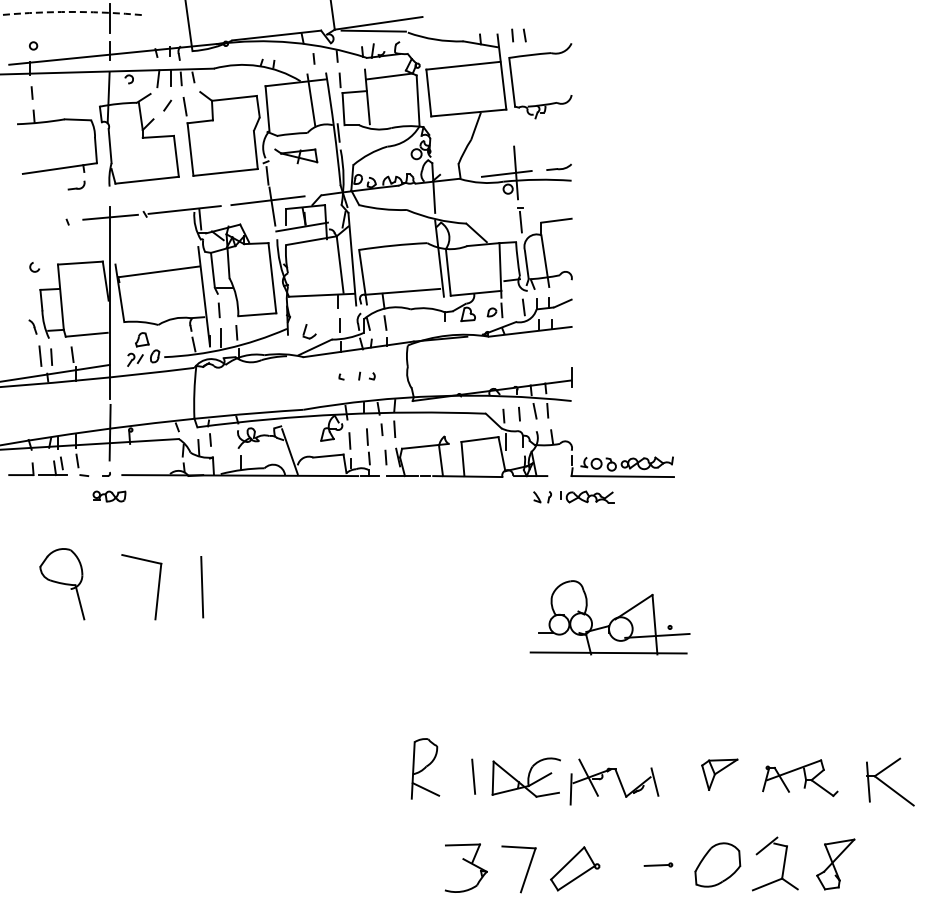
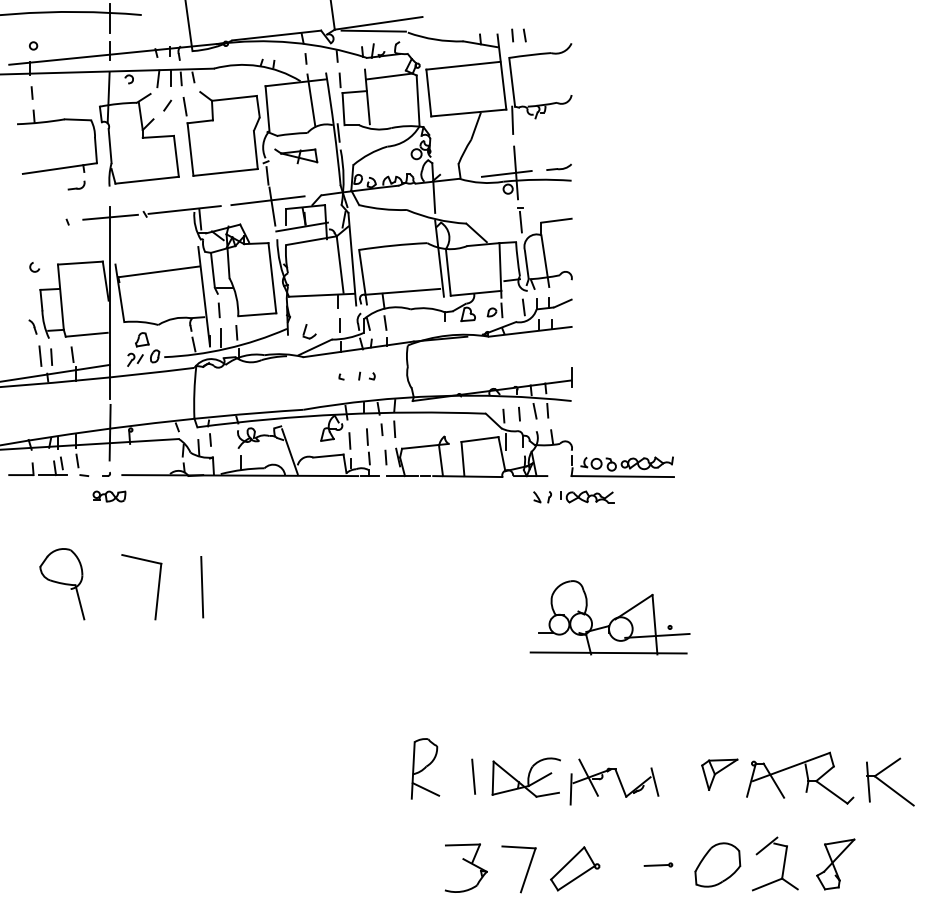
arc at (70, 12): dashed -> solid
line at (313, 58) position: (313, 58) -> (305, 58)
line at (512, 119): none -> present
part at (800, 778) size: 77x39 px -> 109x54 px
